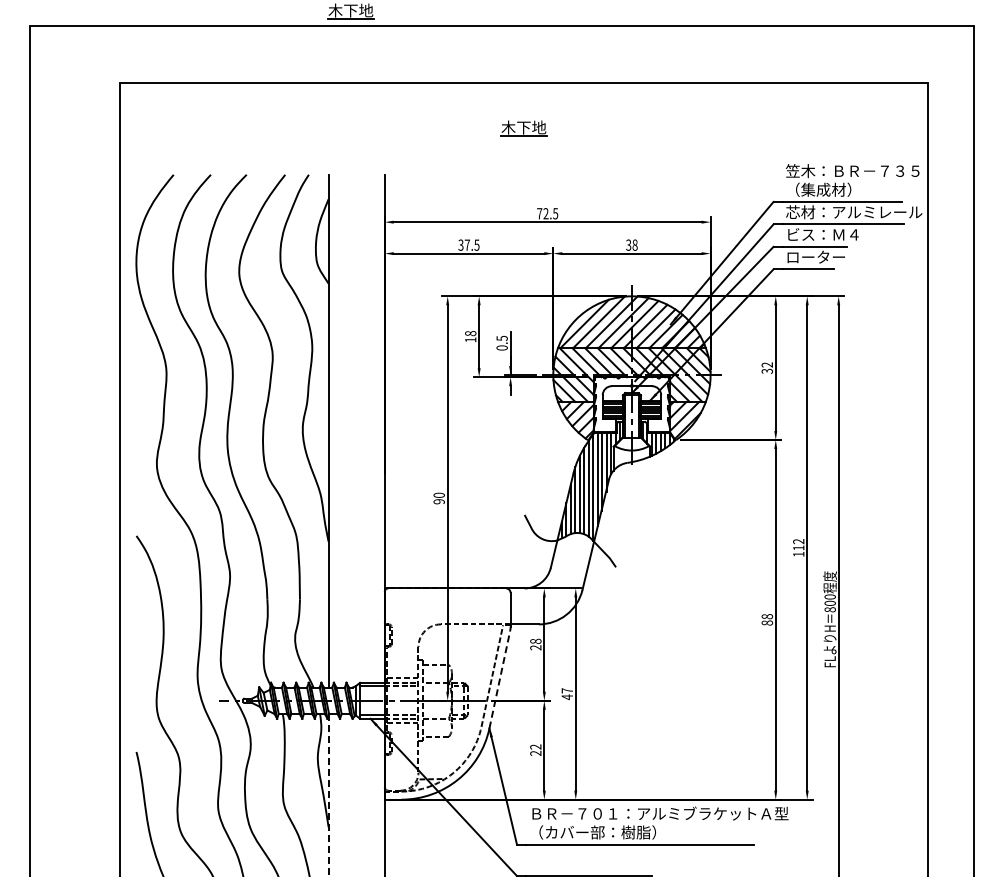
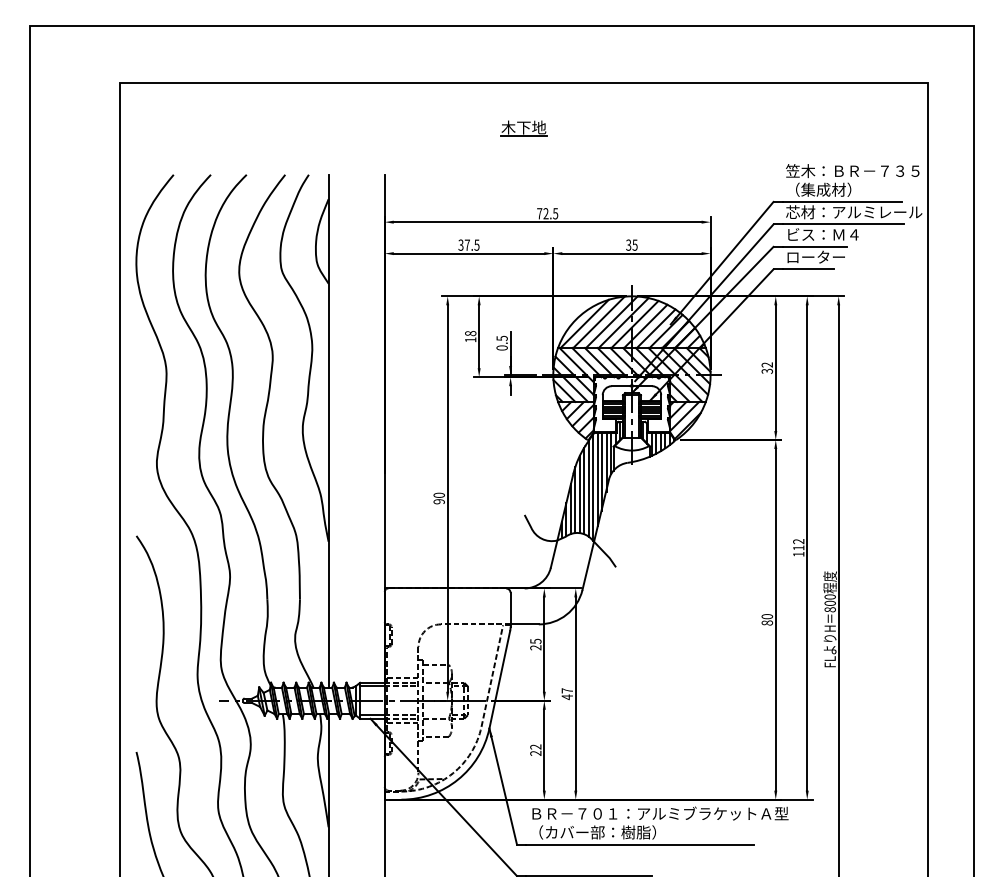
part at (350, 11): present -> none
text at (634, 244): 38 -> 35
text at (767, 616): 88 -> 80
text at (535, 641): 28 -> 25
line at (499, 679): dashed -> solid
line at (328, 795): dashed -> solid
